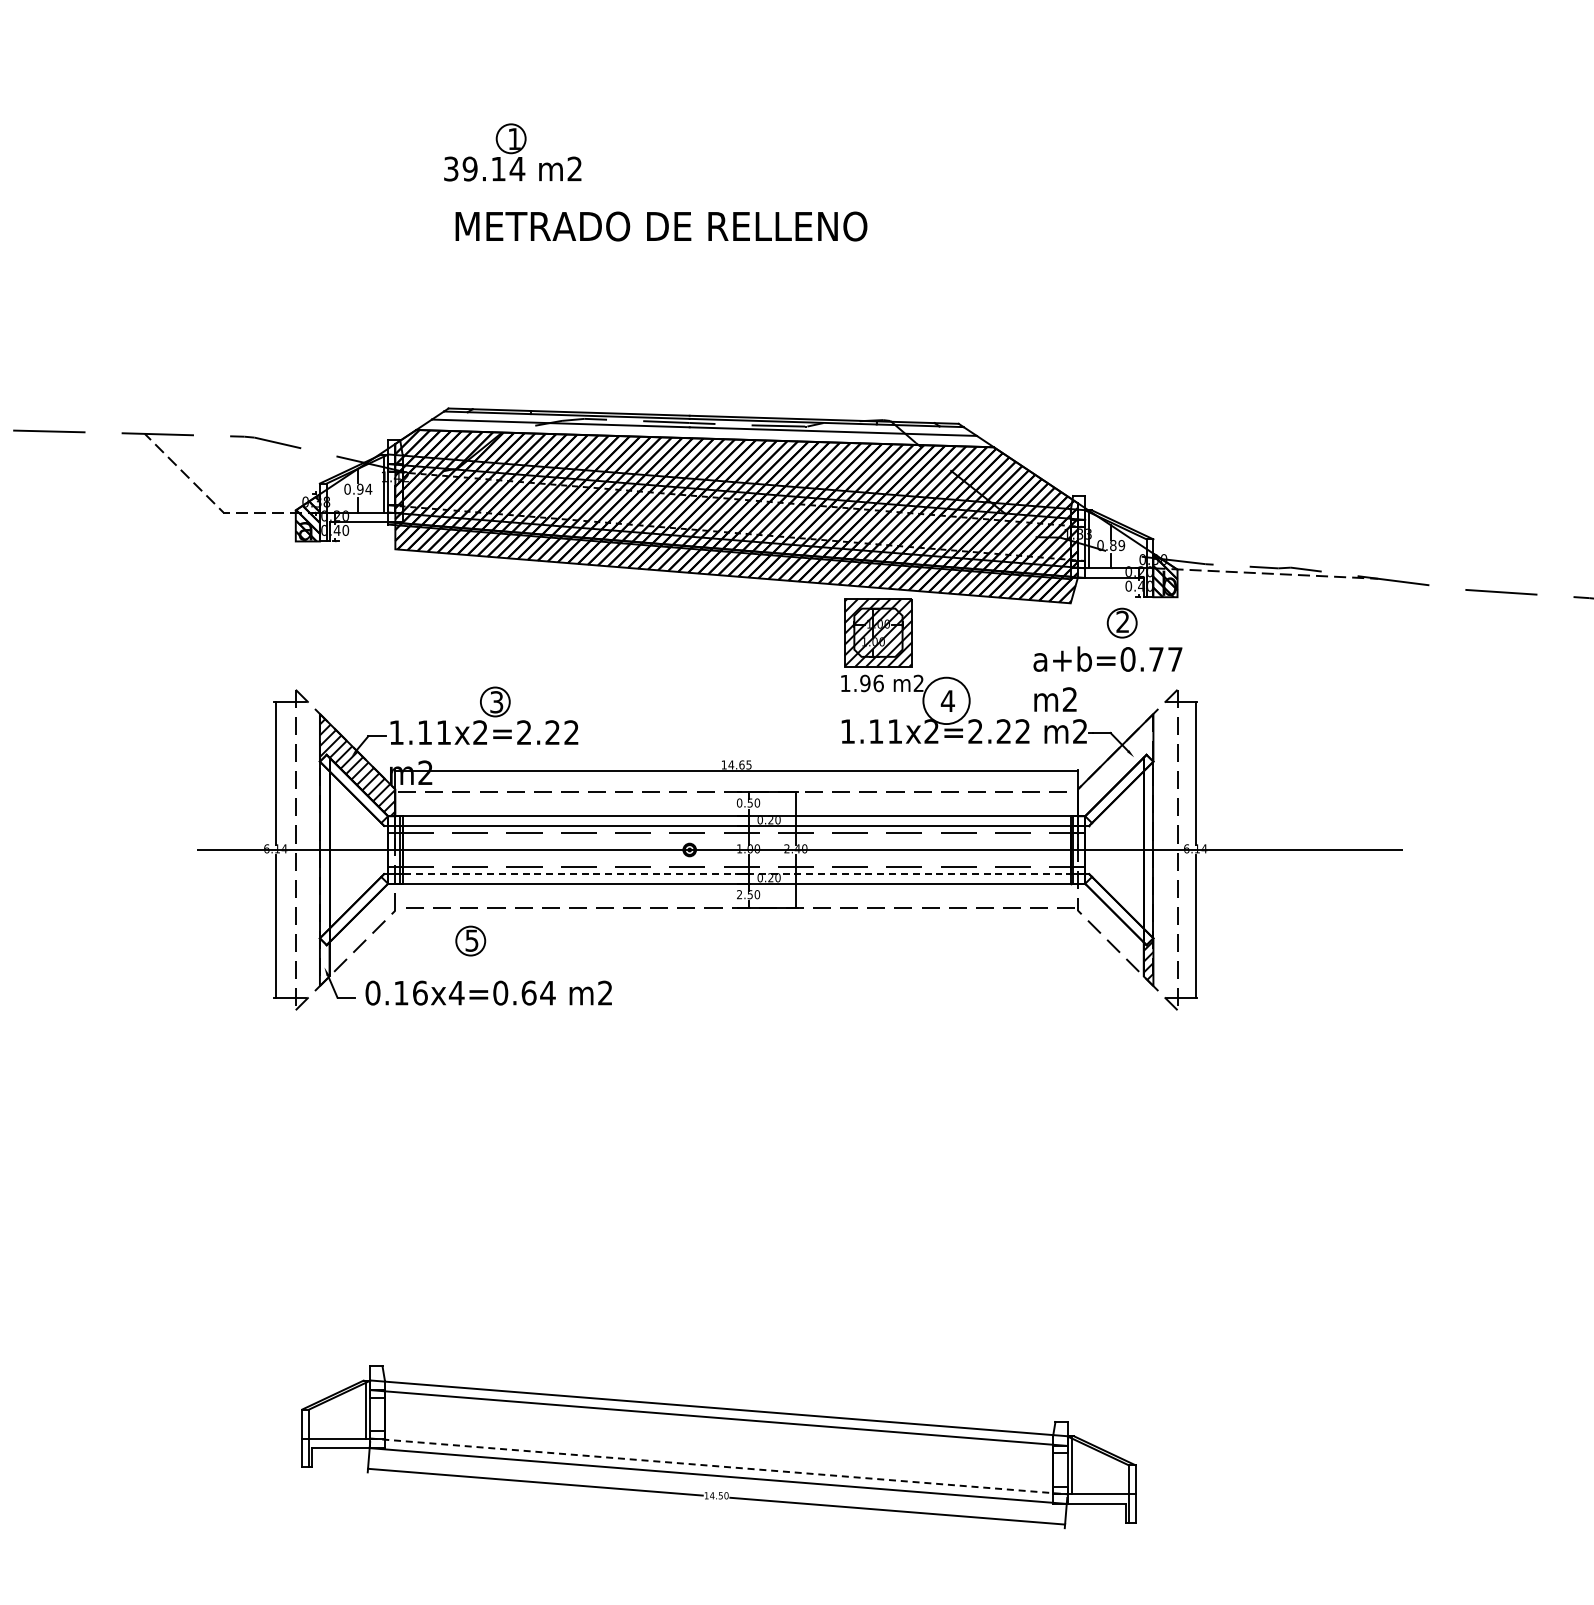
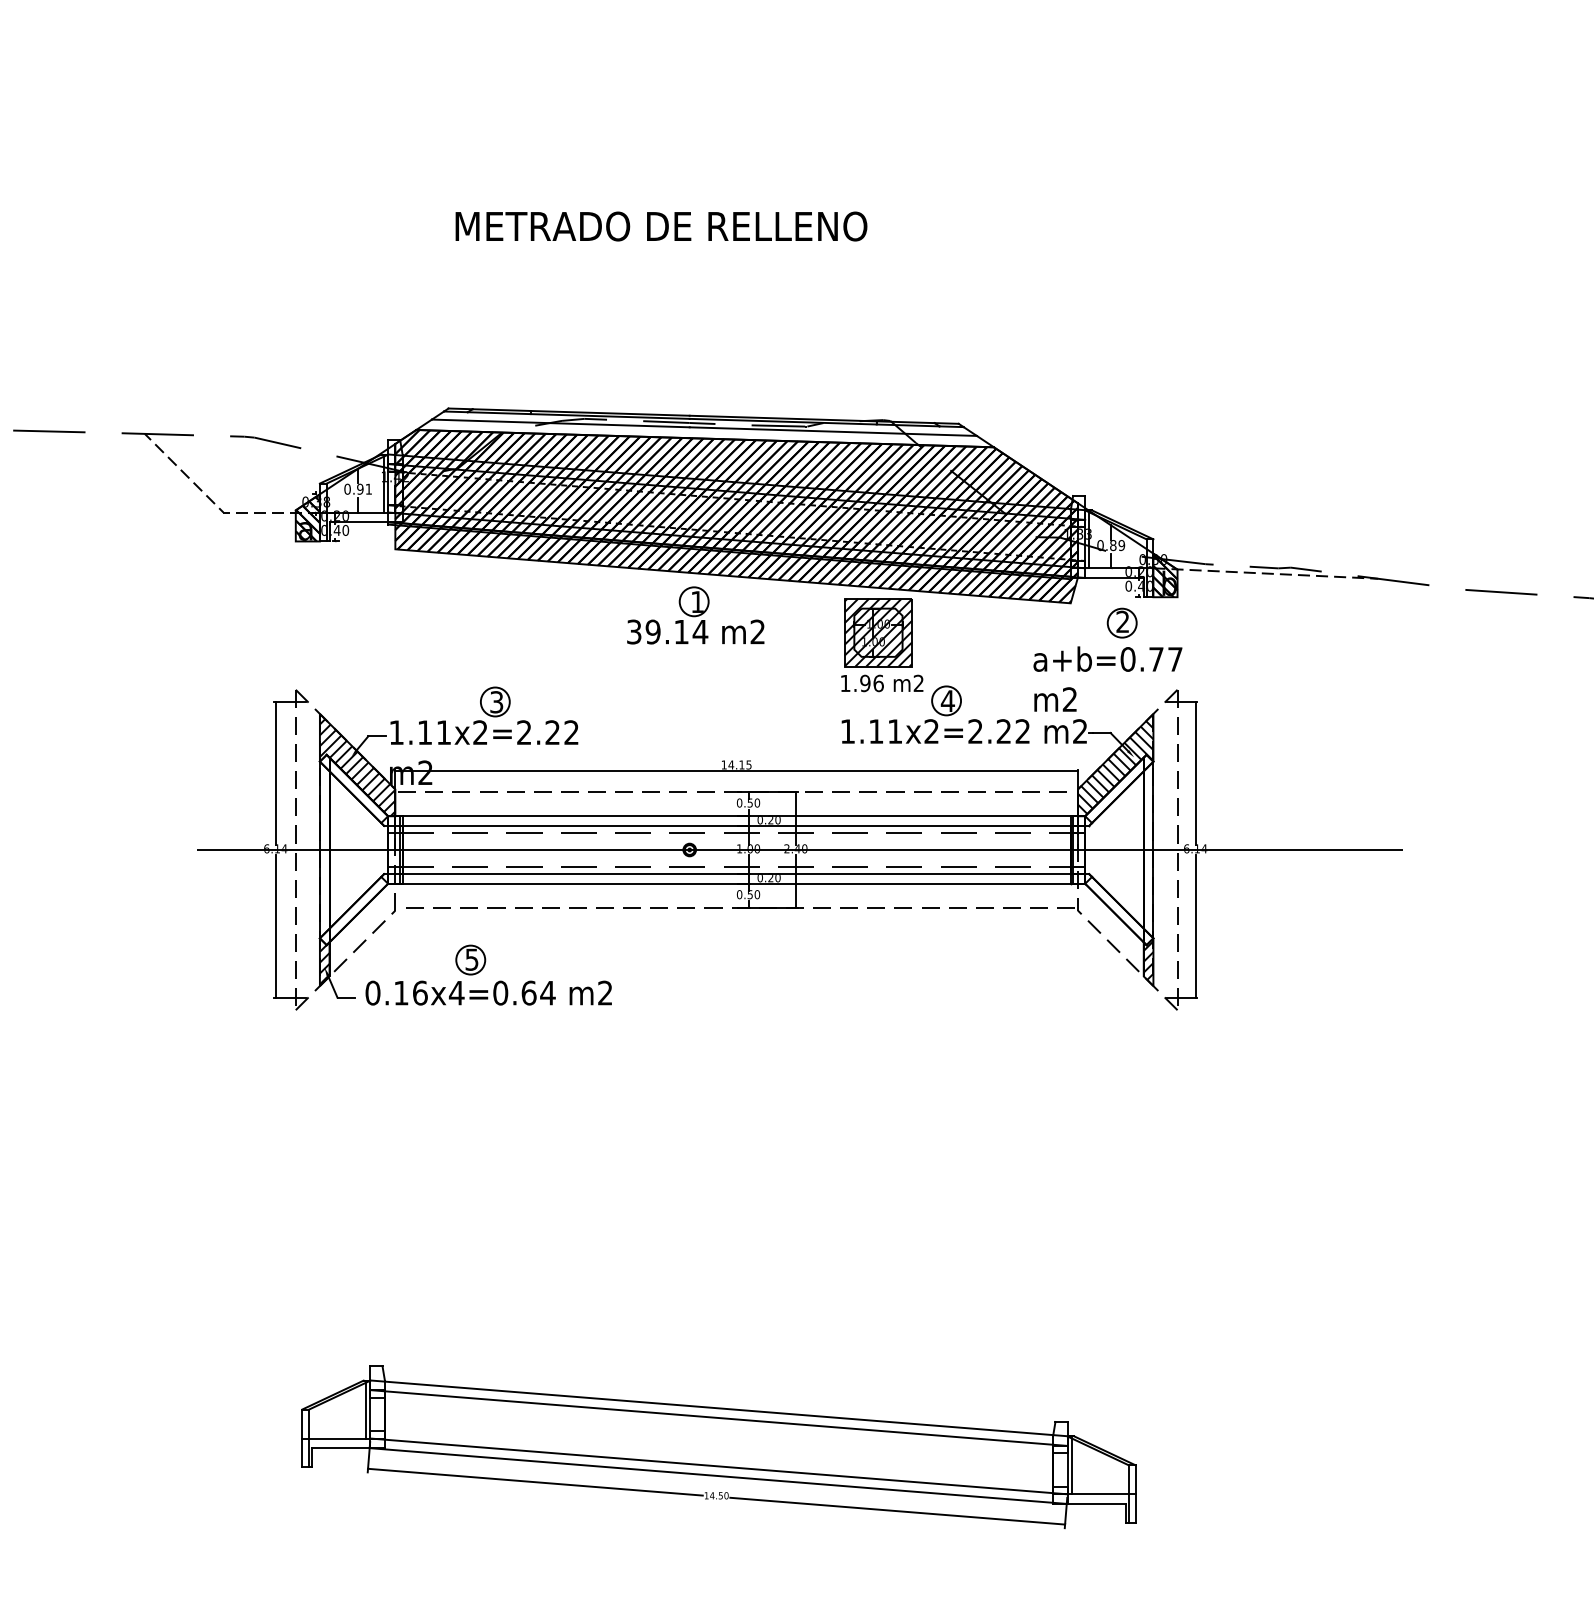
part at (512, 152) position: (512, 152) -> (695, 615)
text at (368, 488): 0.94 -> 0.91
circle at (946, 700) diameter: 46 px -> 29 px
text at (741, 764): 14.65 -> 14.15
hatch at (1115, 765): none -> present
line at (742, 874): dashed -> solid
text at (739, 894): 2.50 -> 0.50
part at (470, 940) position: (470, 940) -> (470, 959)
hatch at (324, 961): none -> present
line at (718, 1466): dashed -> solid
